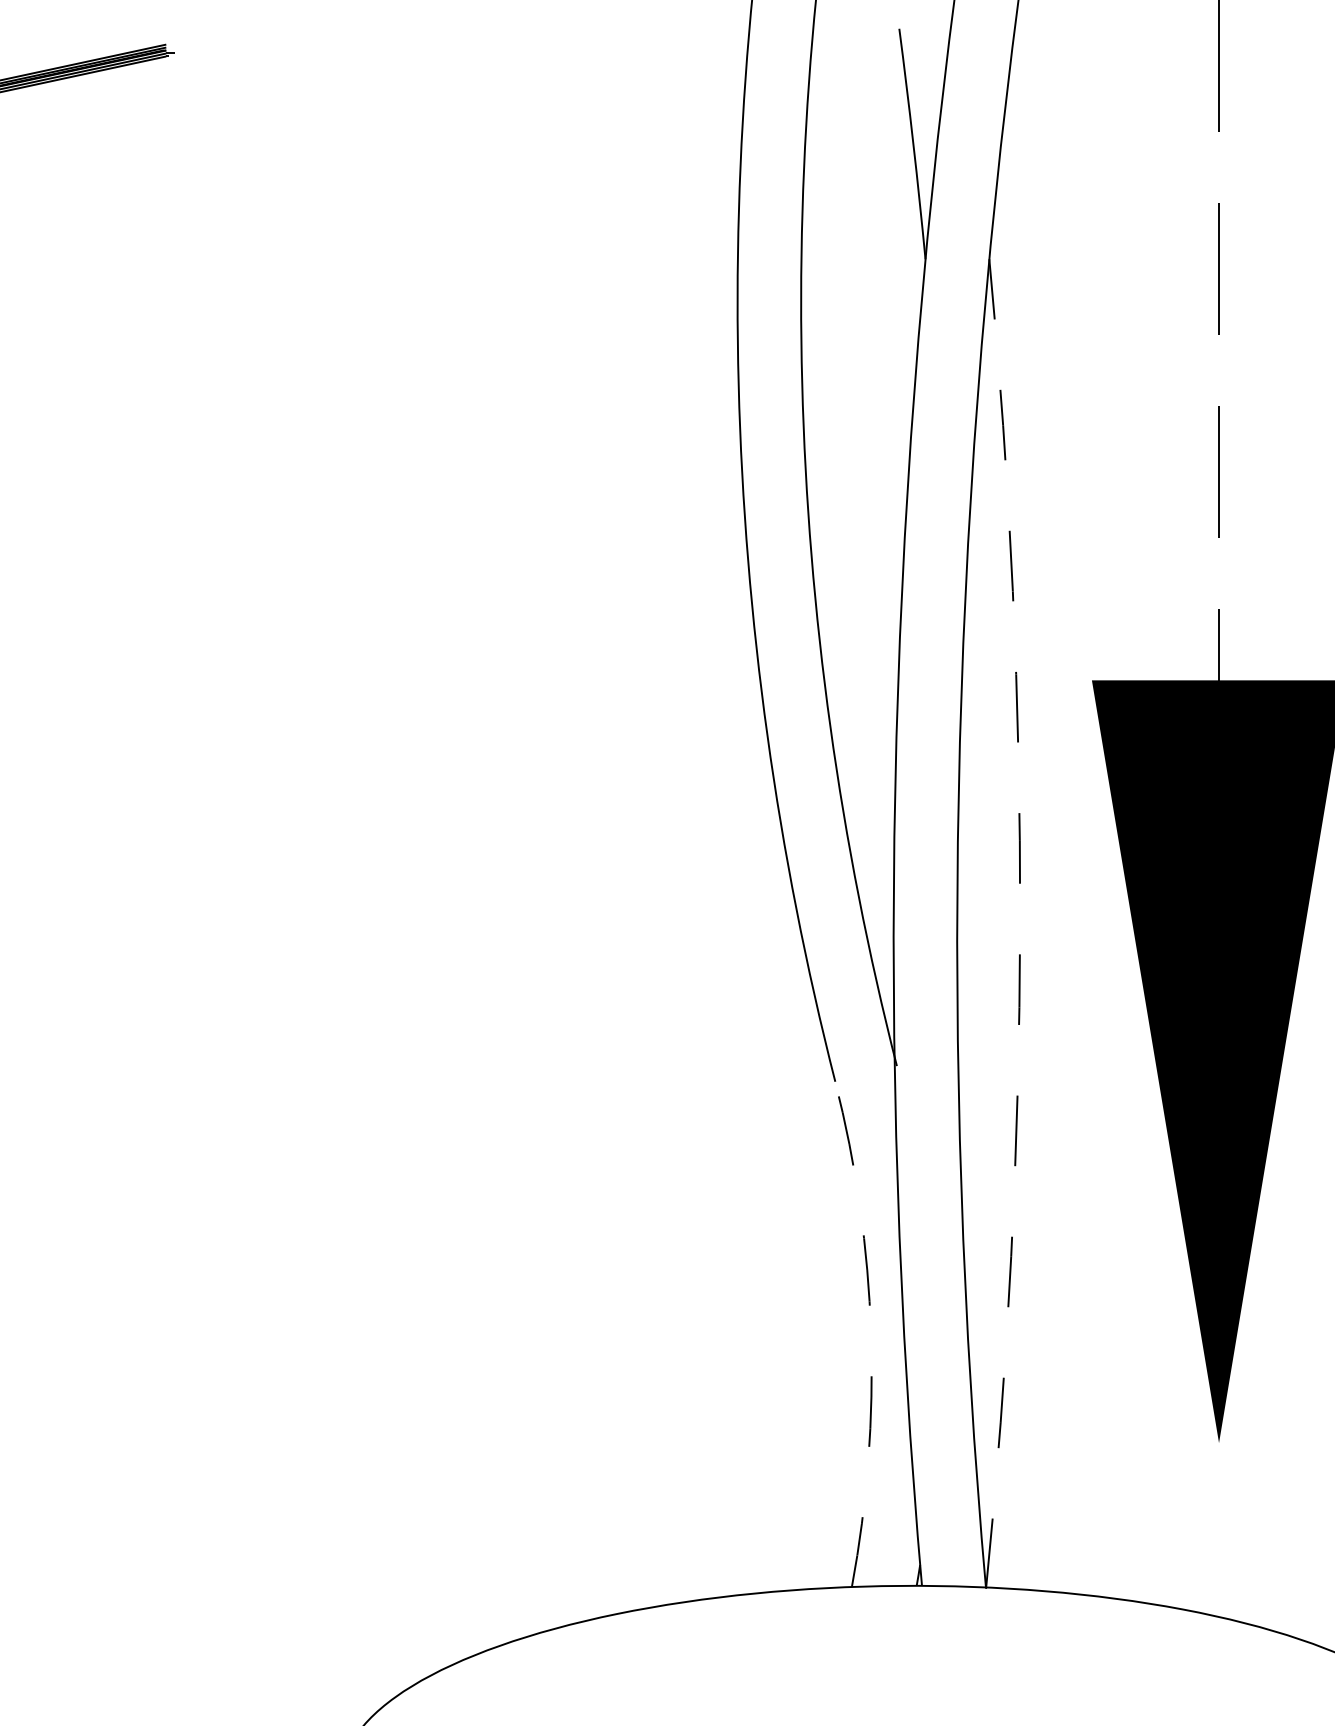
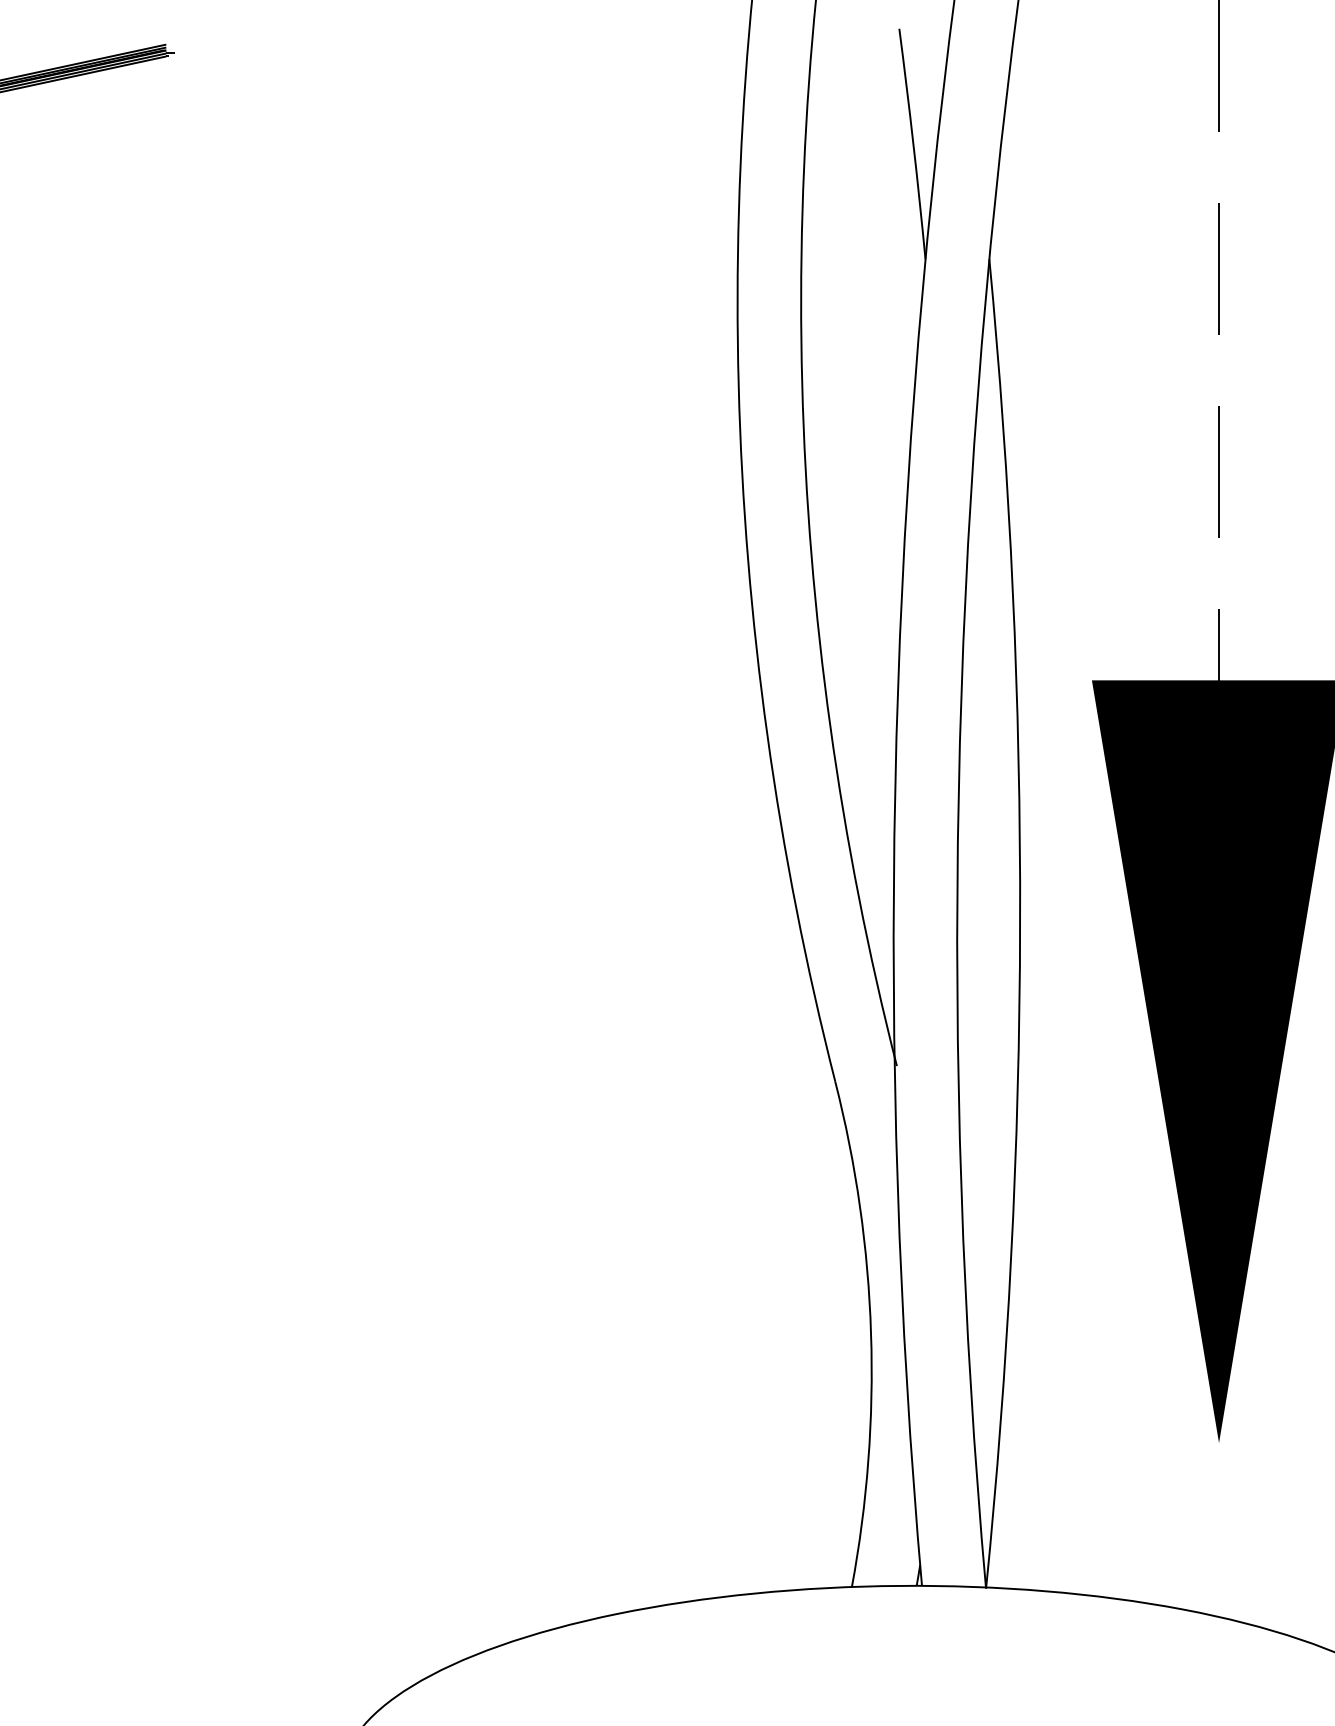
arc at (1020, 924): dashed -> solid
arc at (871, 1333): dashed -> solid
